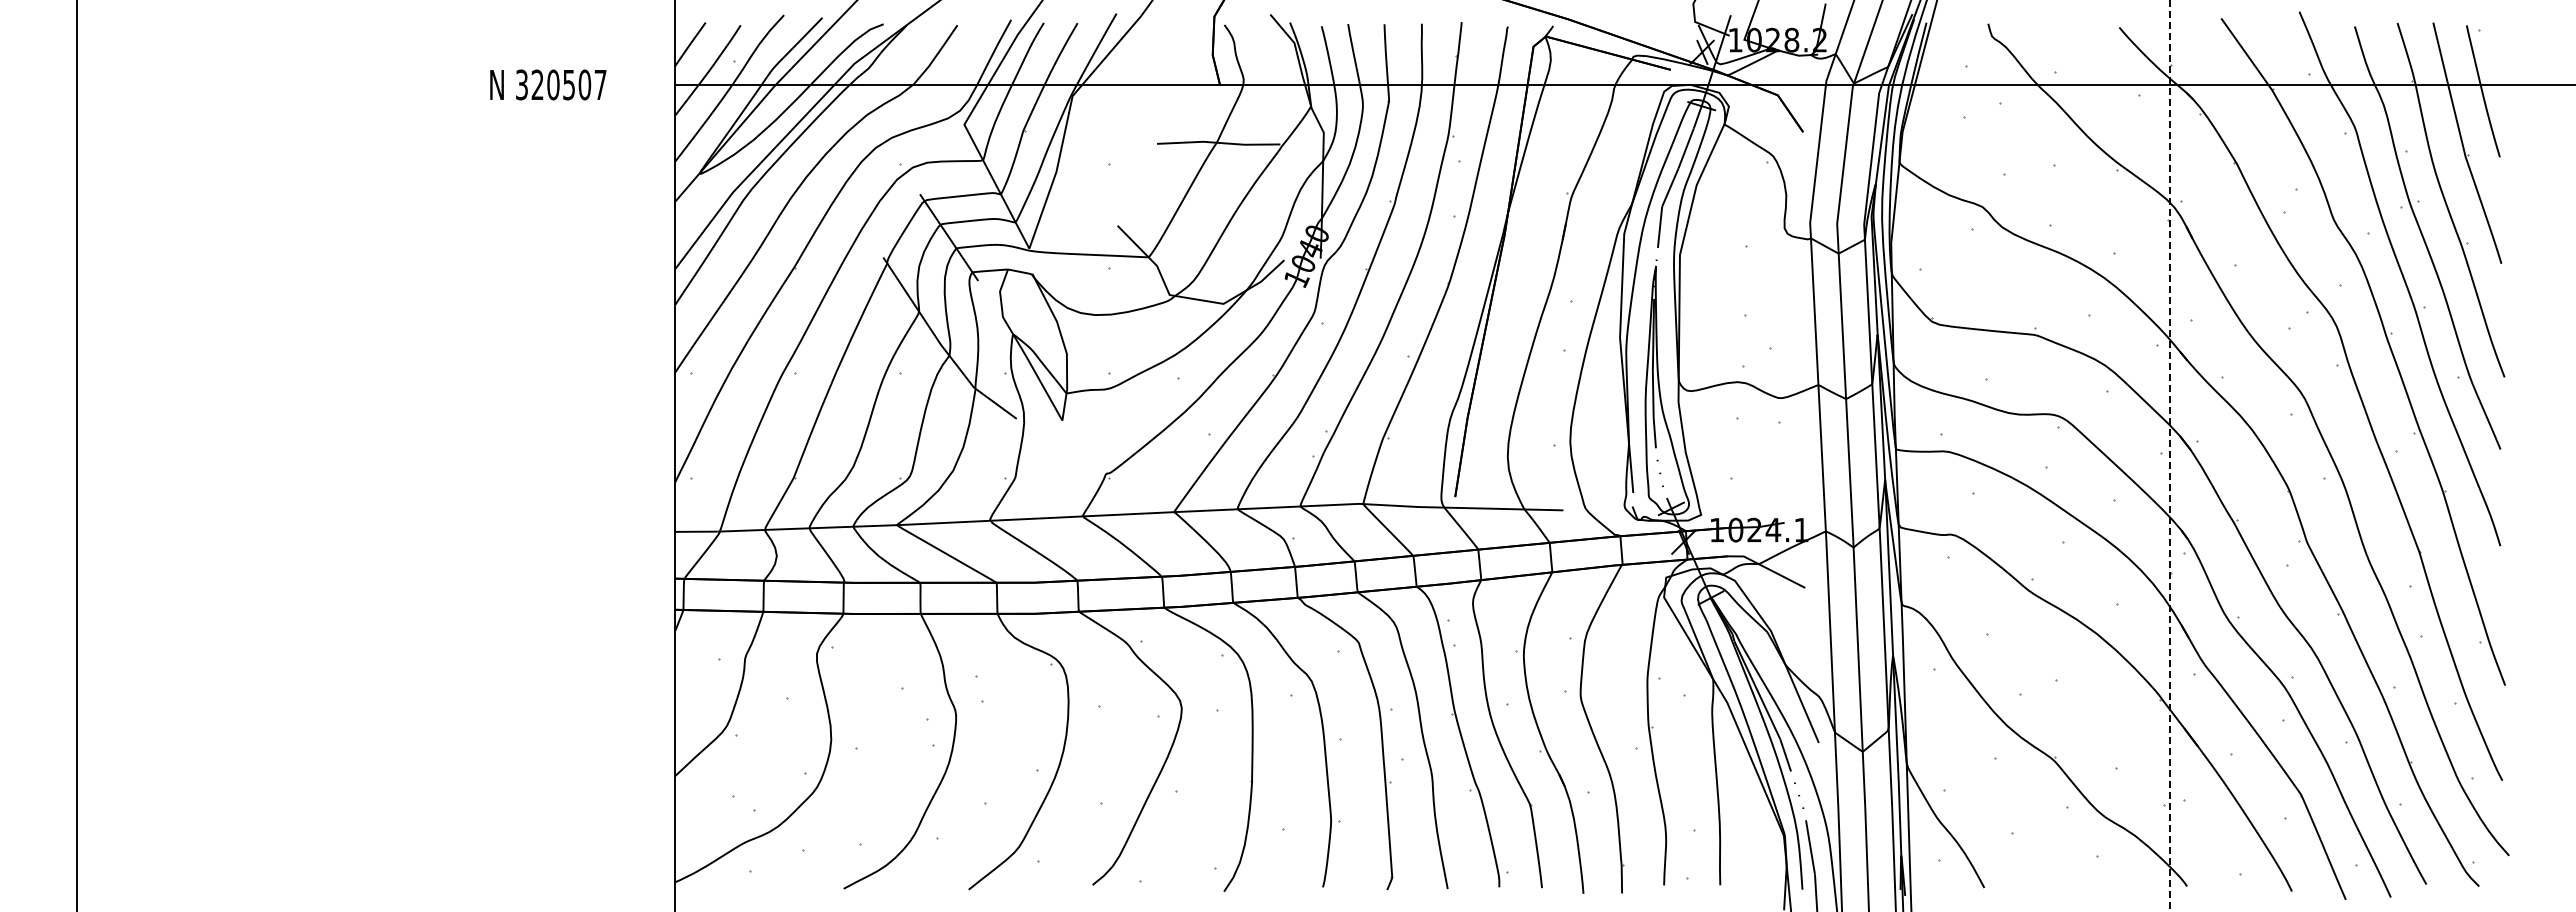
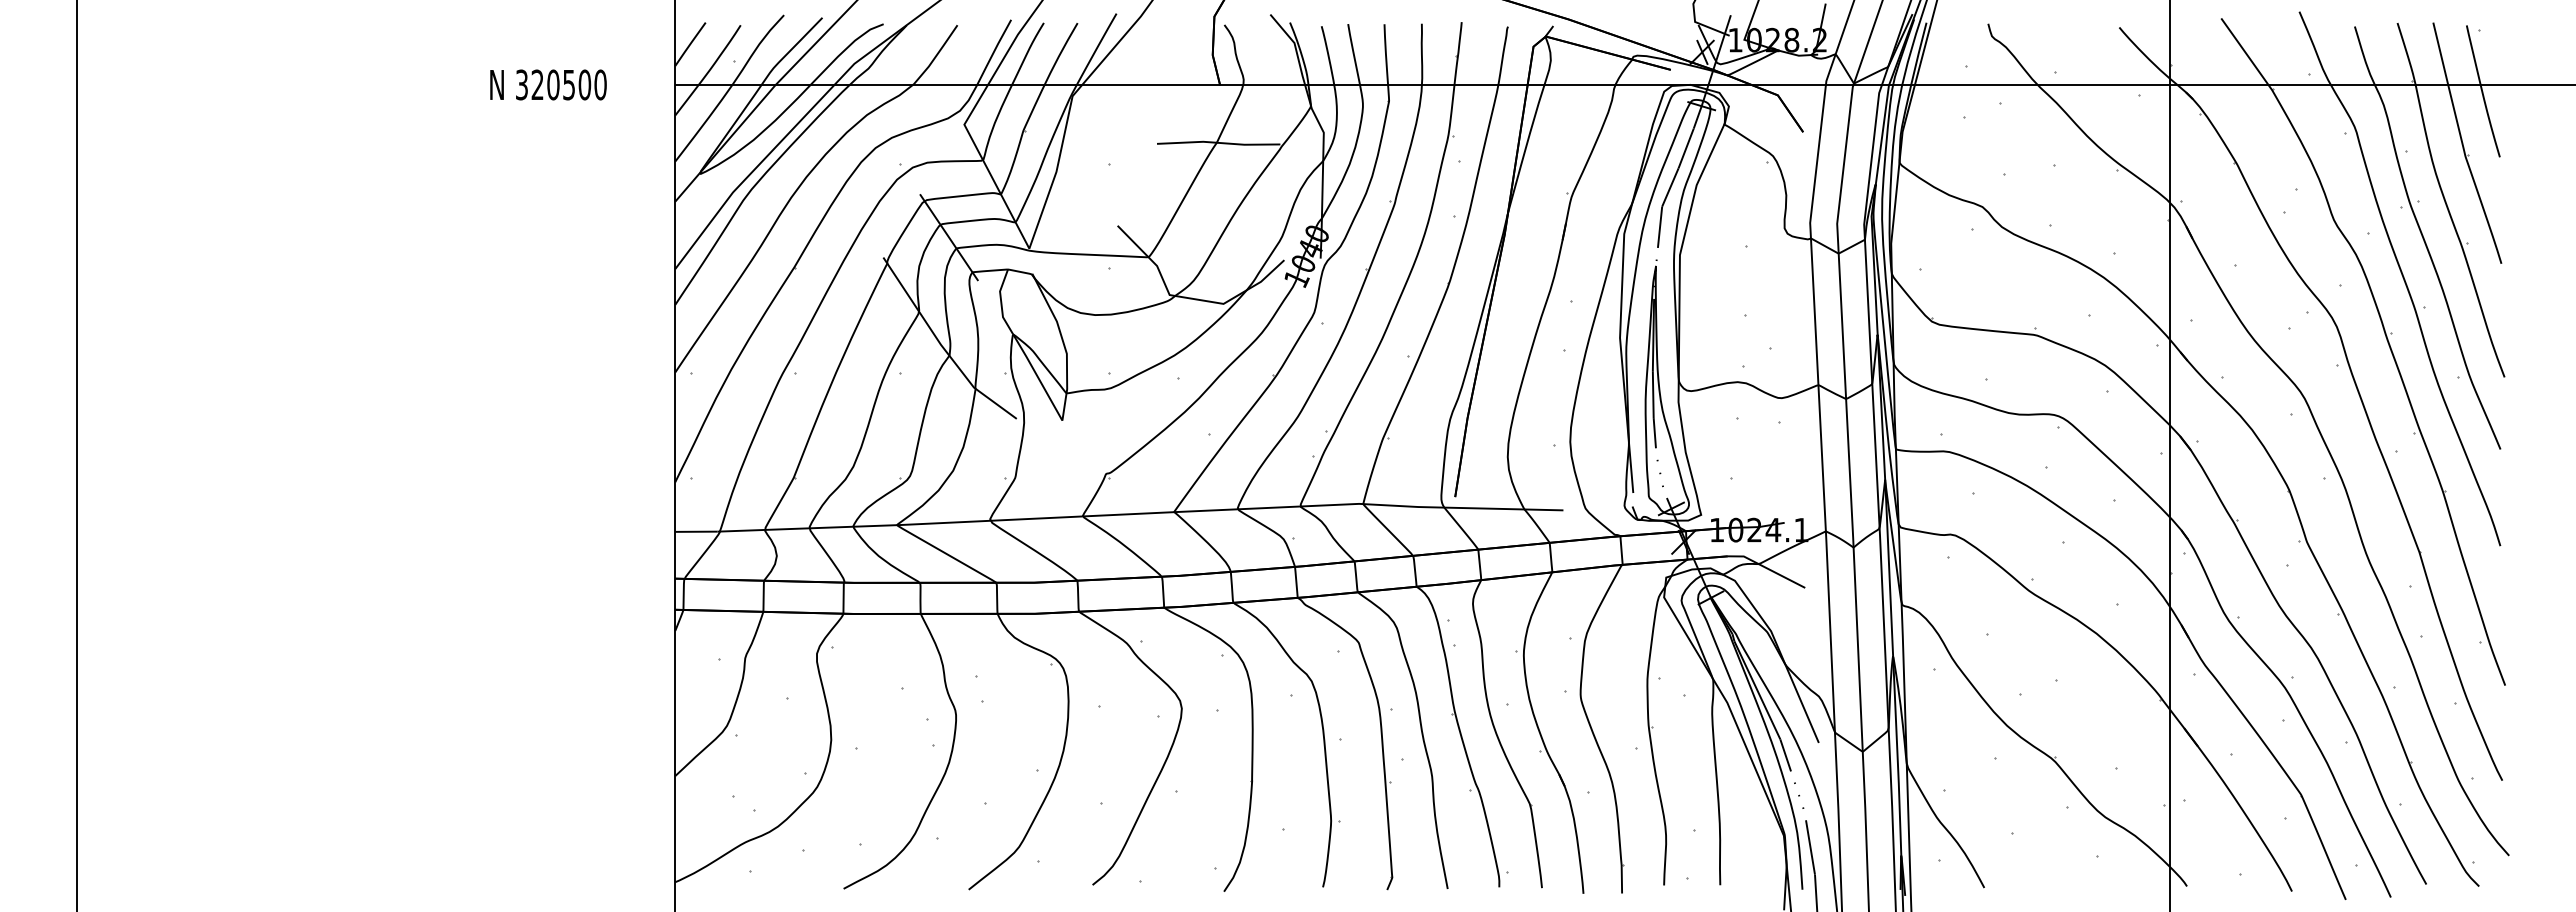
text at (600, 84): 320507 -> 320500
line at (2170, 454): dashed -> solid
